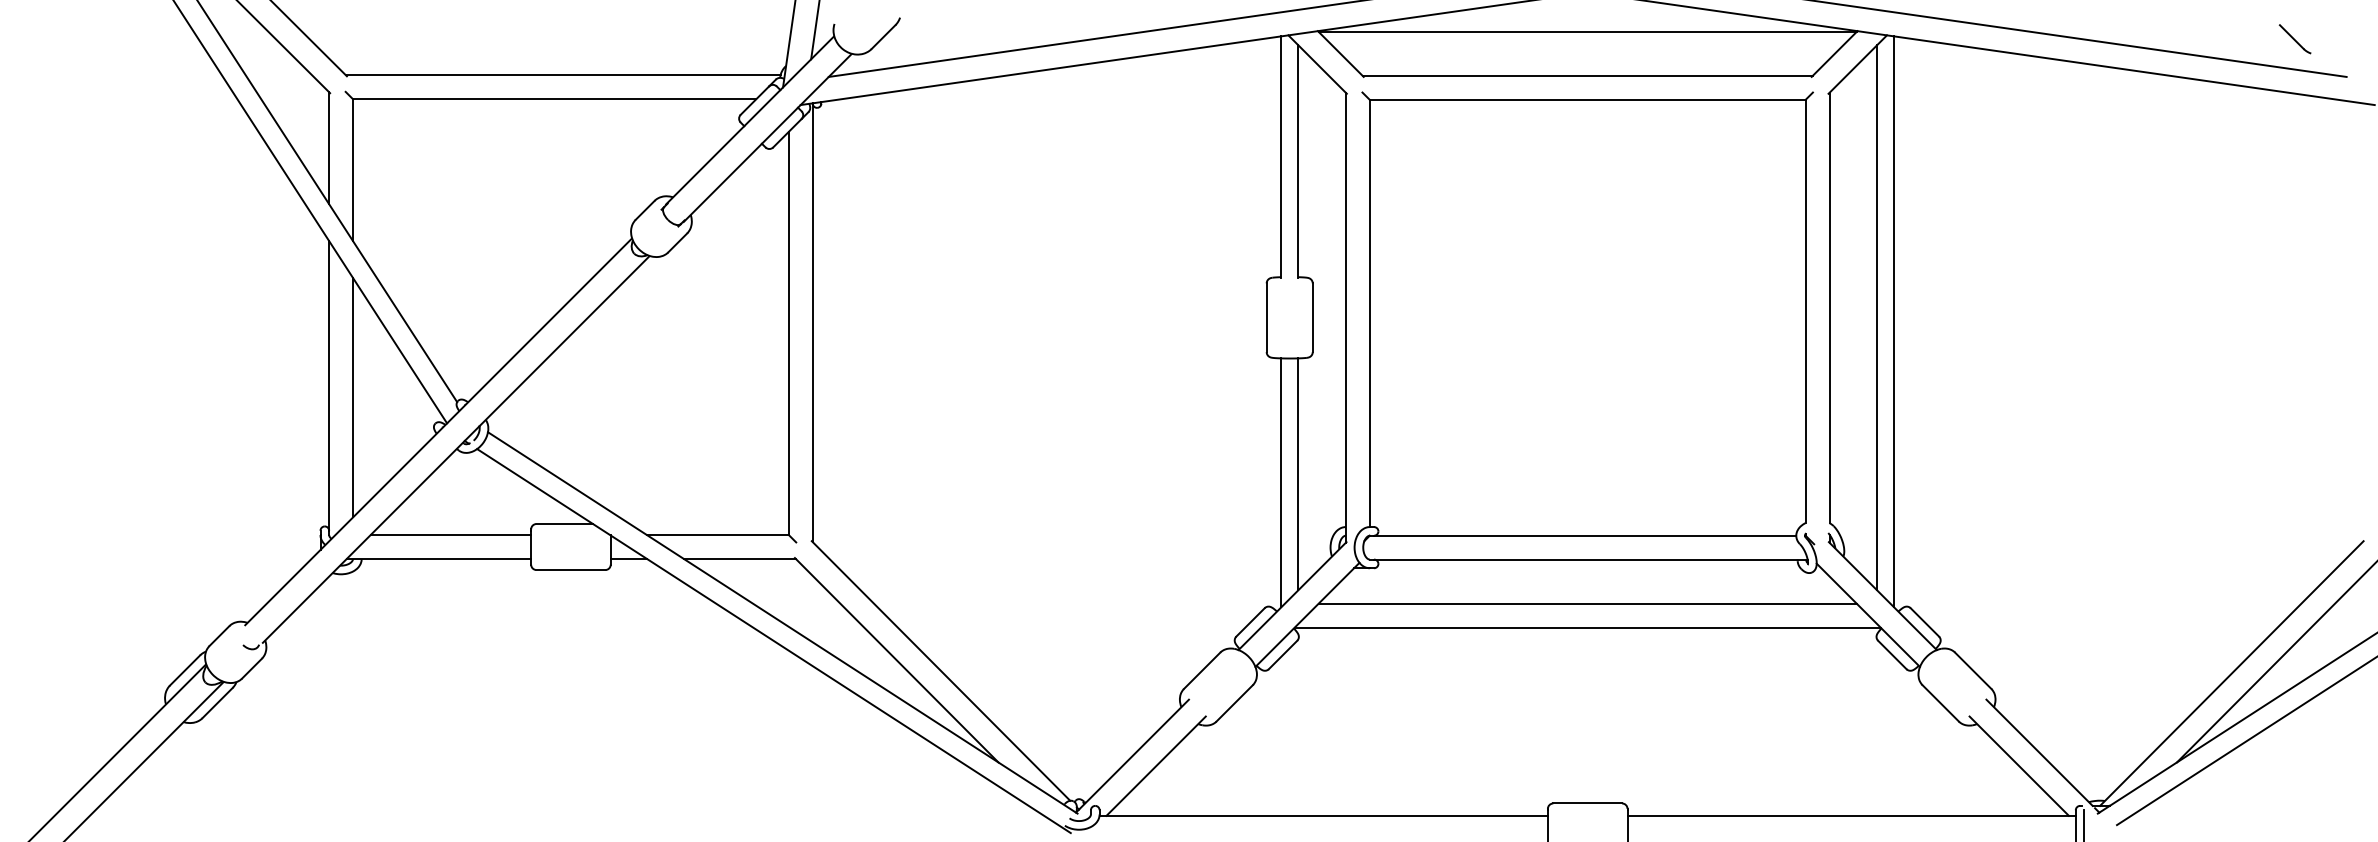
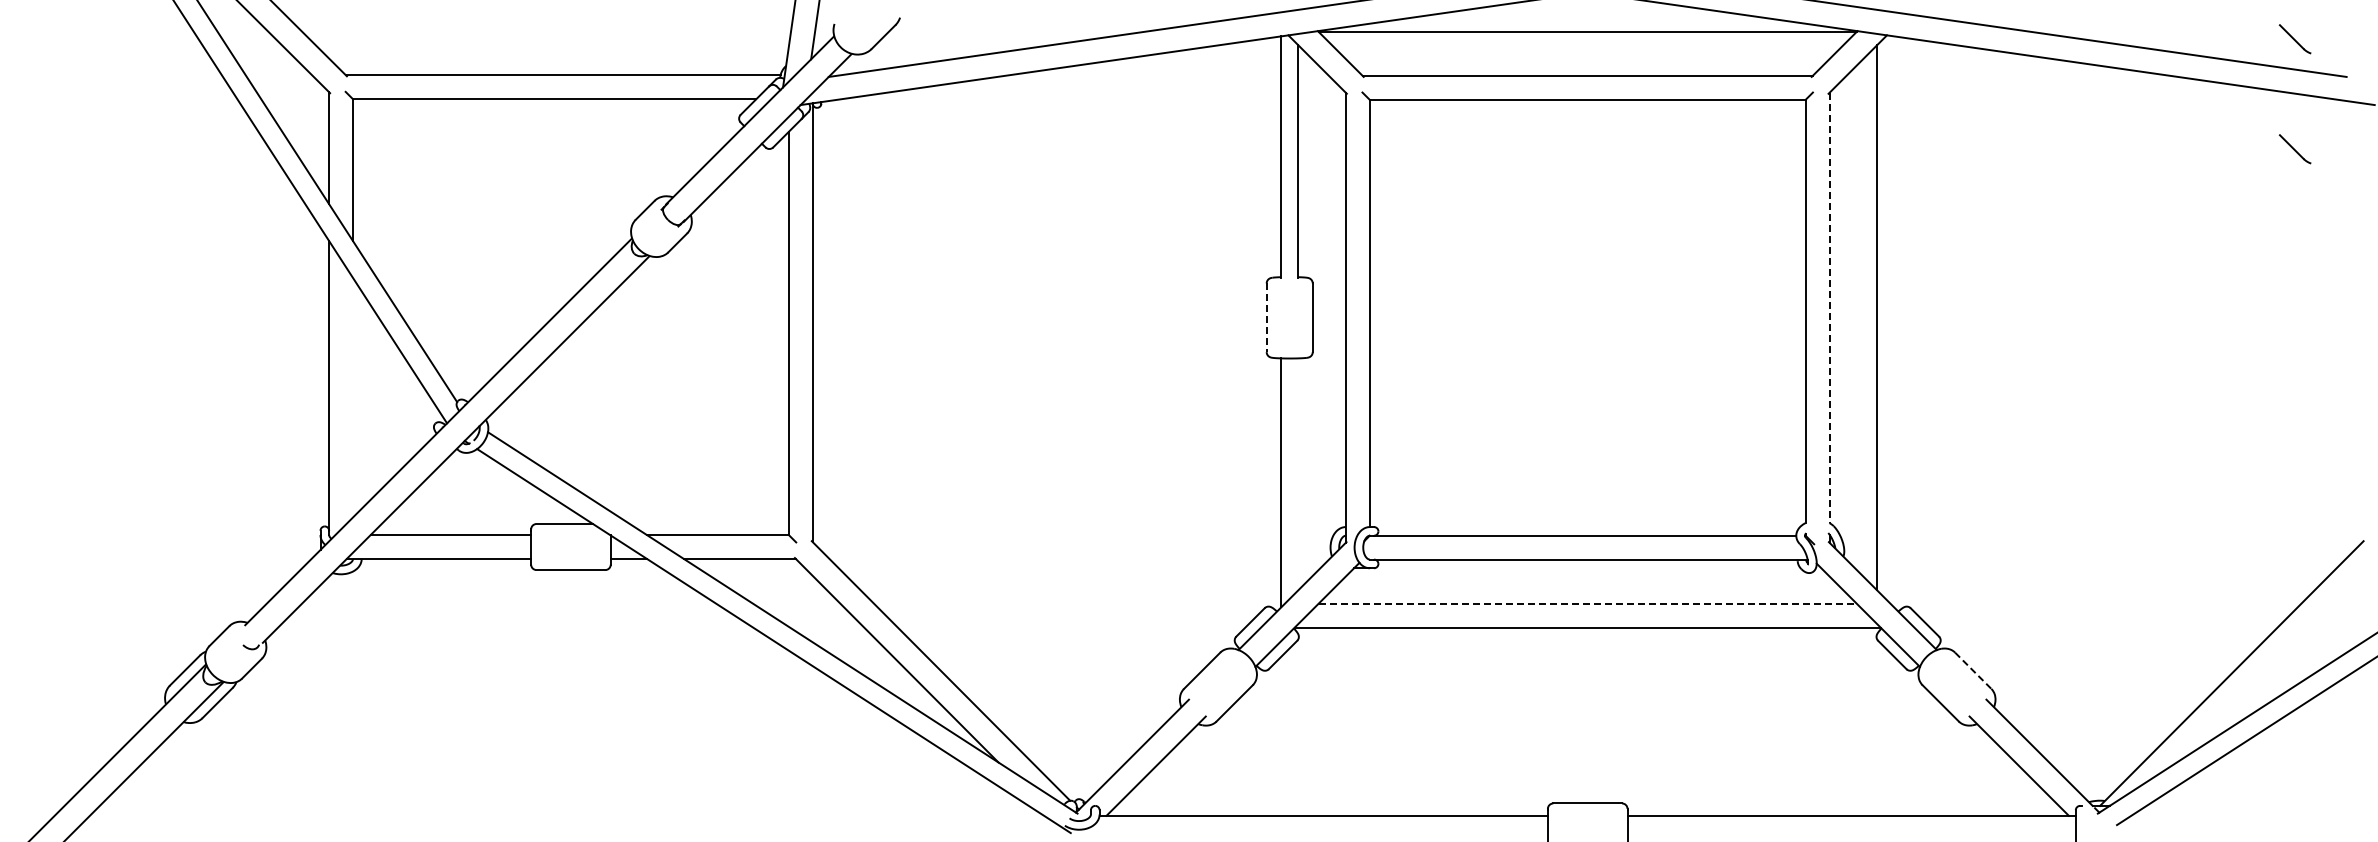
part at (2294, 149): none -> present
line at (1829, 308): solid -> dashed
line at (1266, 318): solid -> dashed
line at (1894, 321): present -> none
line at (353, 397): present -> none
line at (1298, 474): present -> none
line at (1588, 603): solid -> dashed
line at (2275, 662): present -> none
line at (1973, 670): solid -> dashed
line at (2084, 824): present -> none
